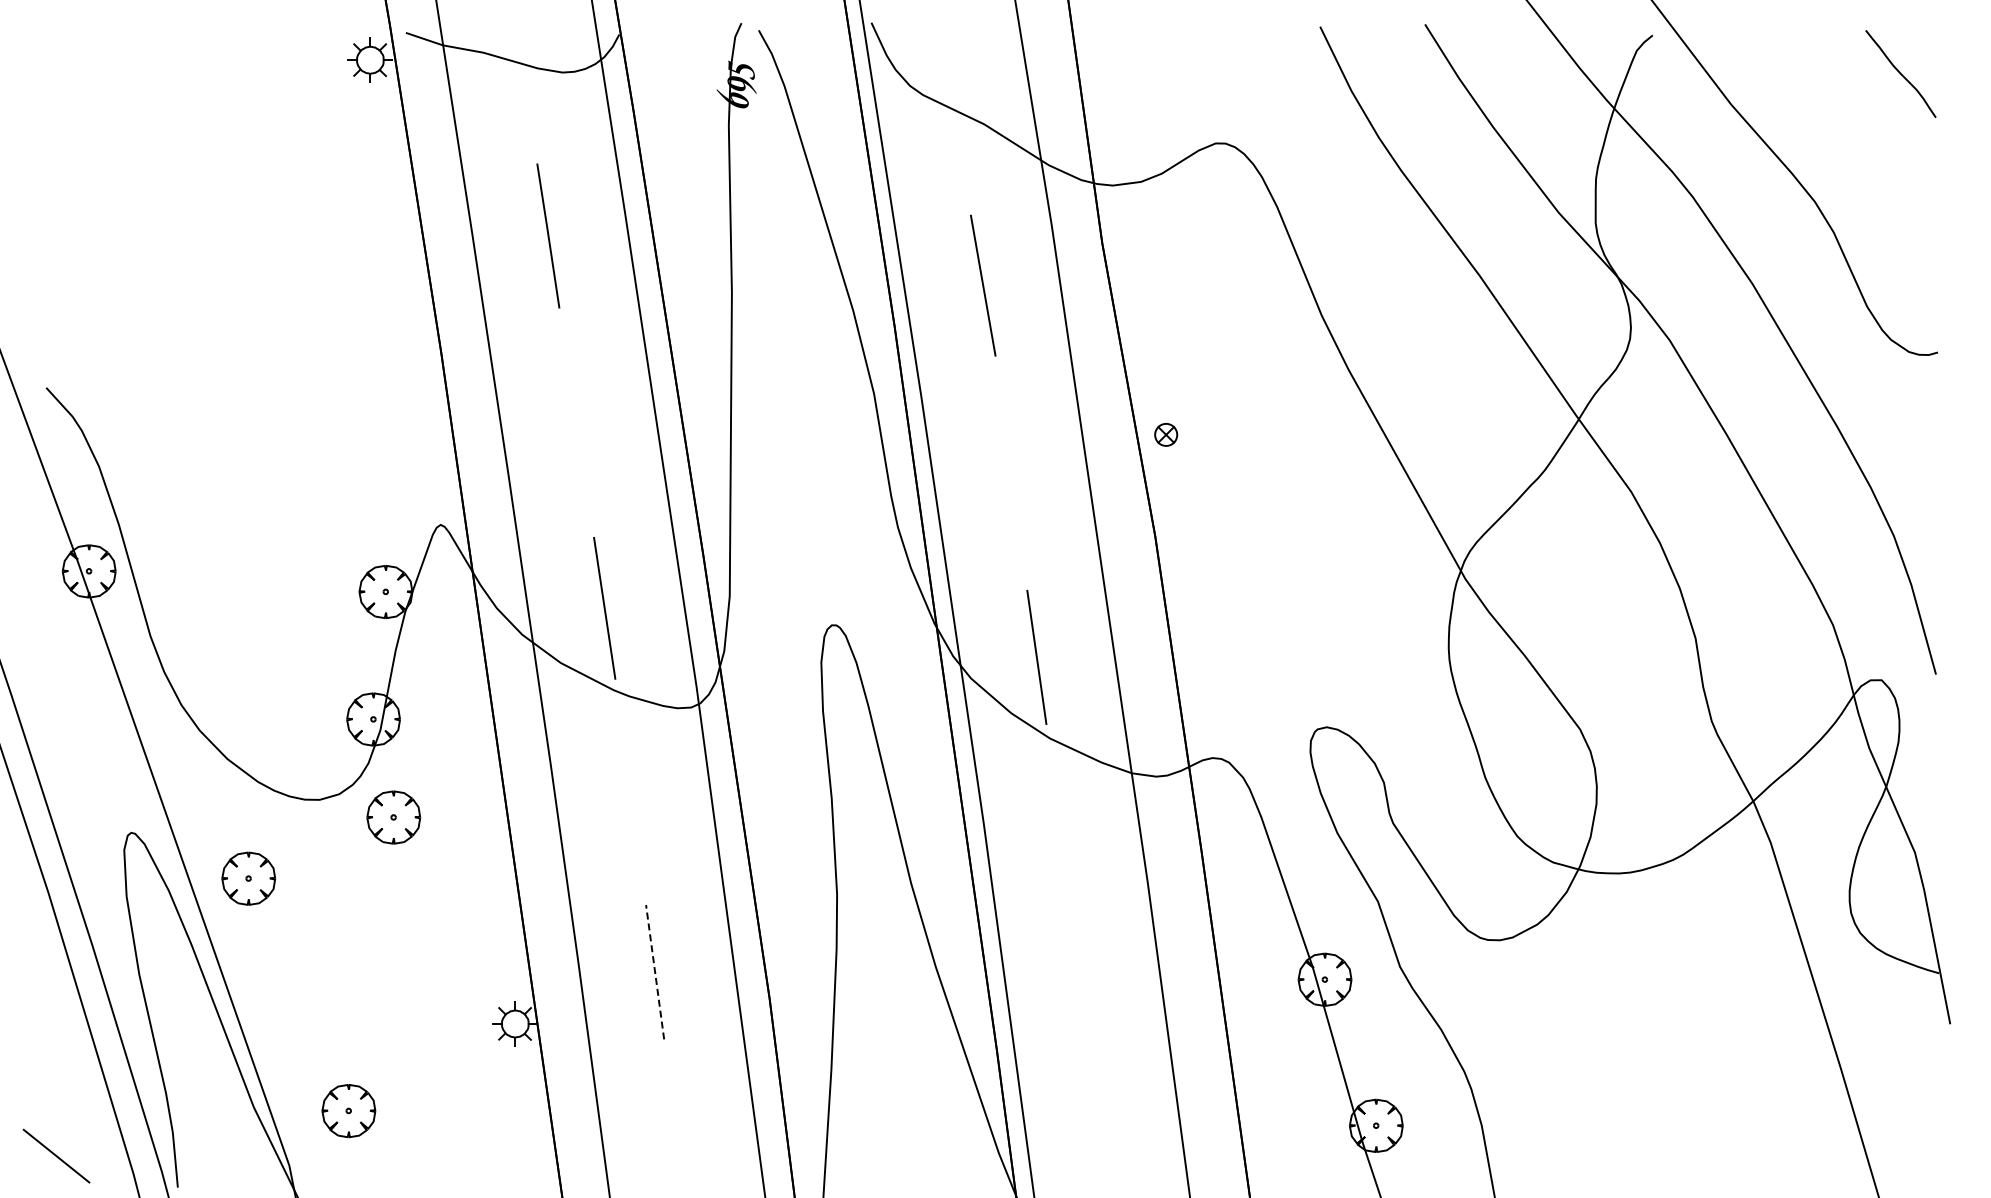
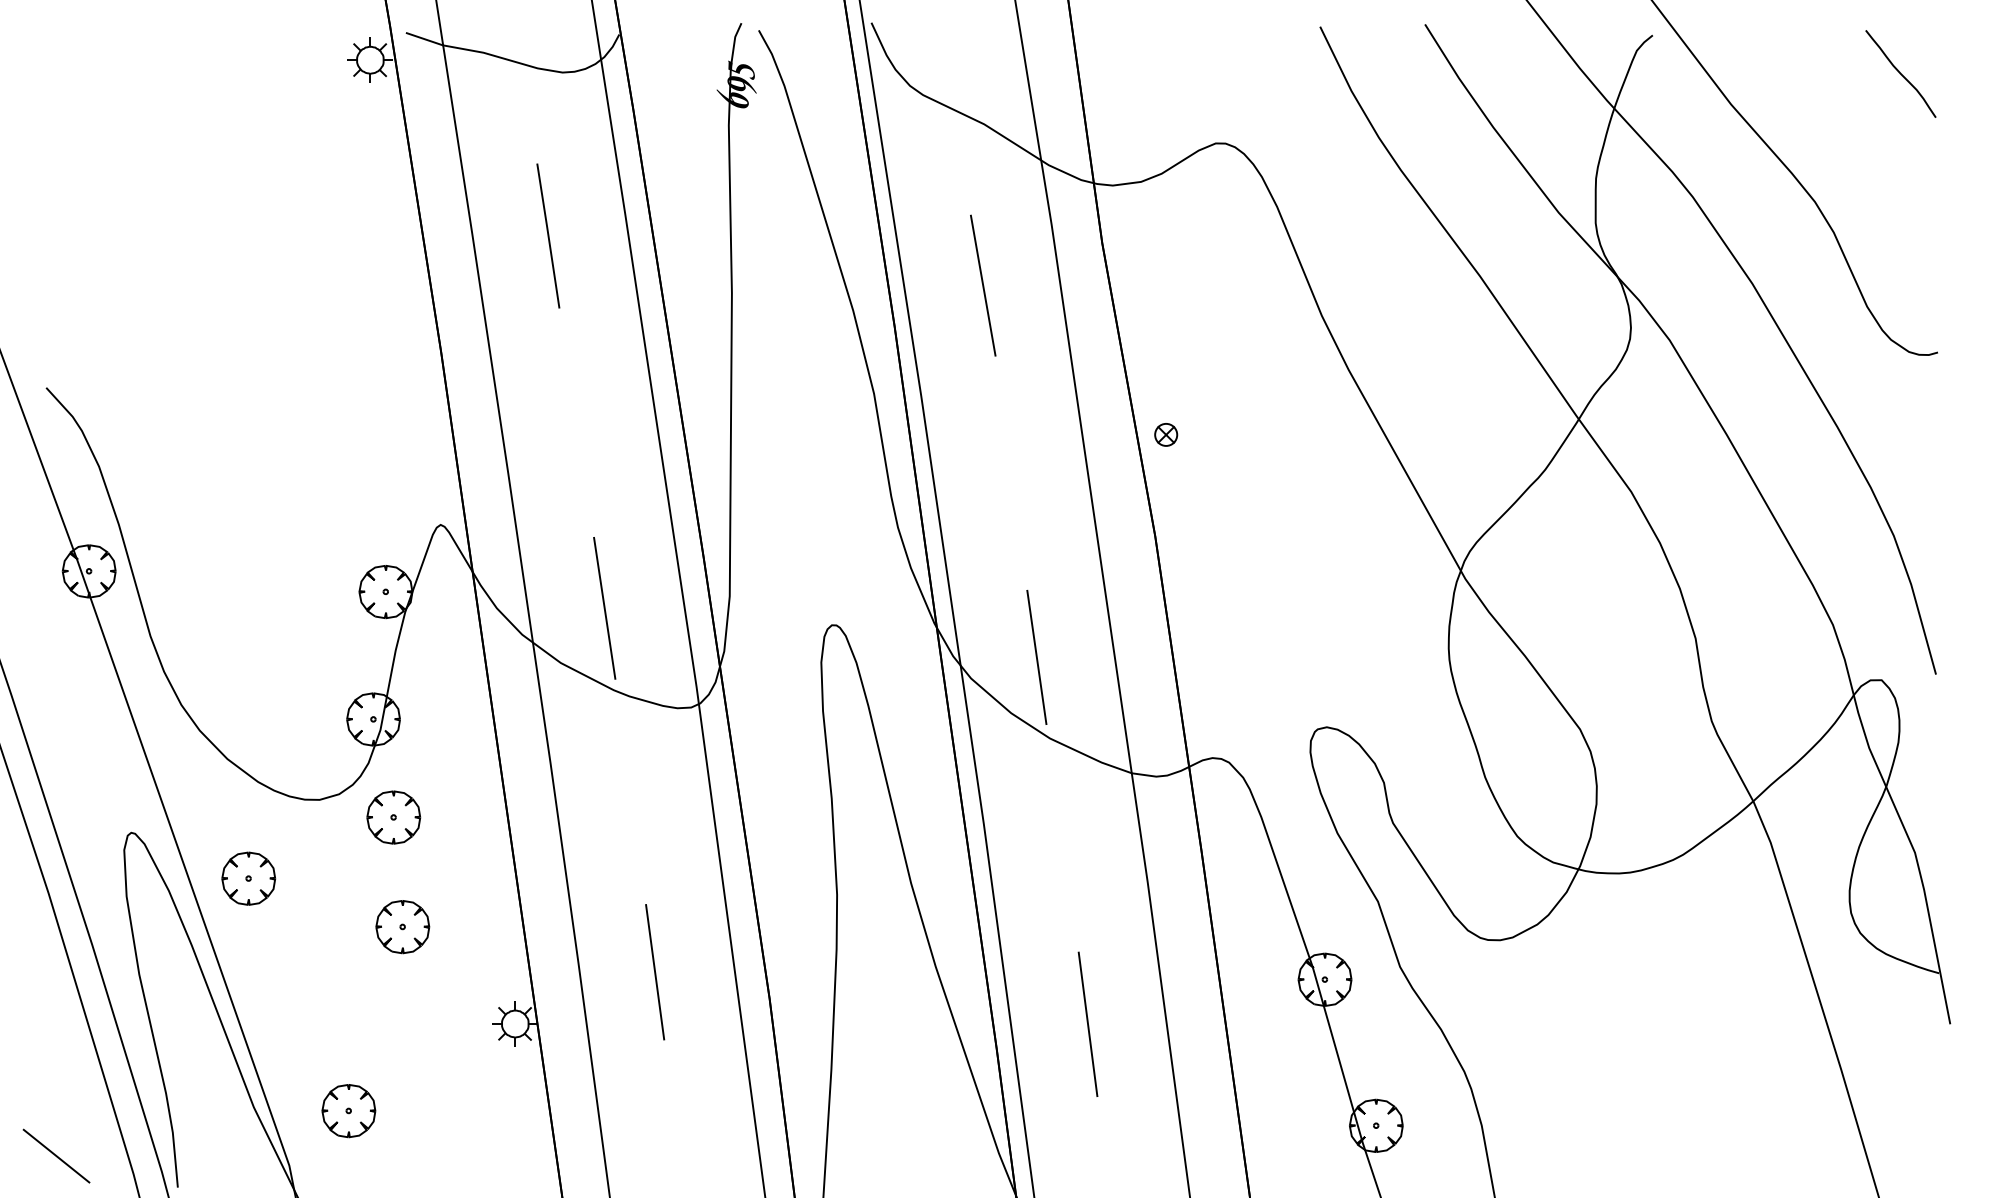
part at (402, 927): none -> present
line at (655, 972): dashed -> solid
line at (1087, 1024): none -> present
